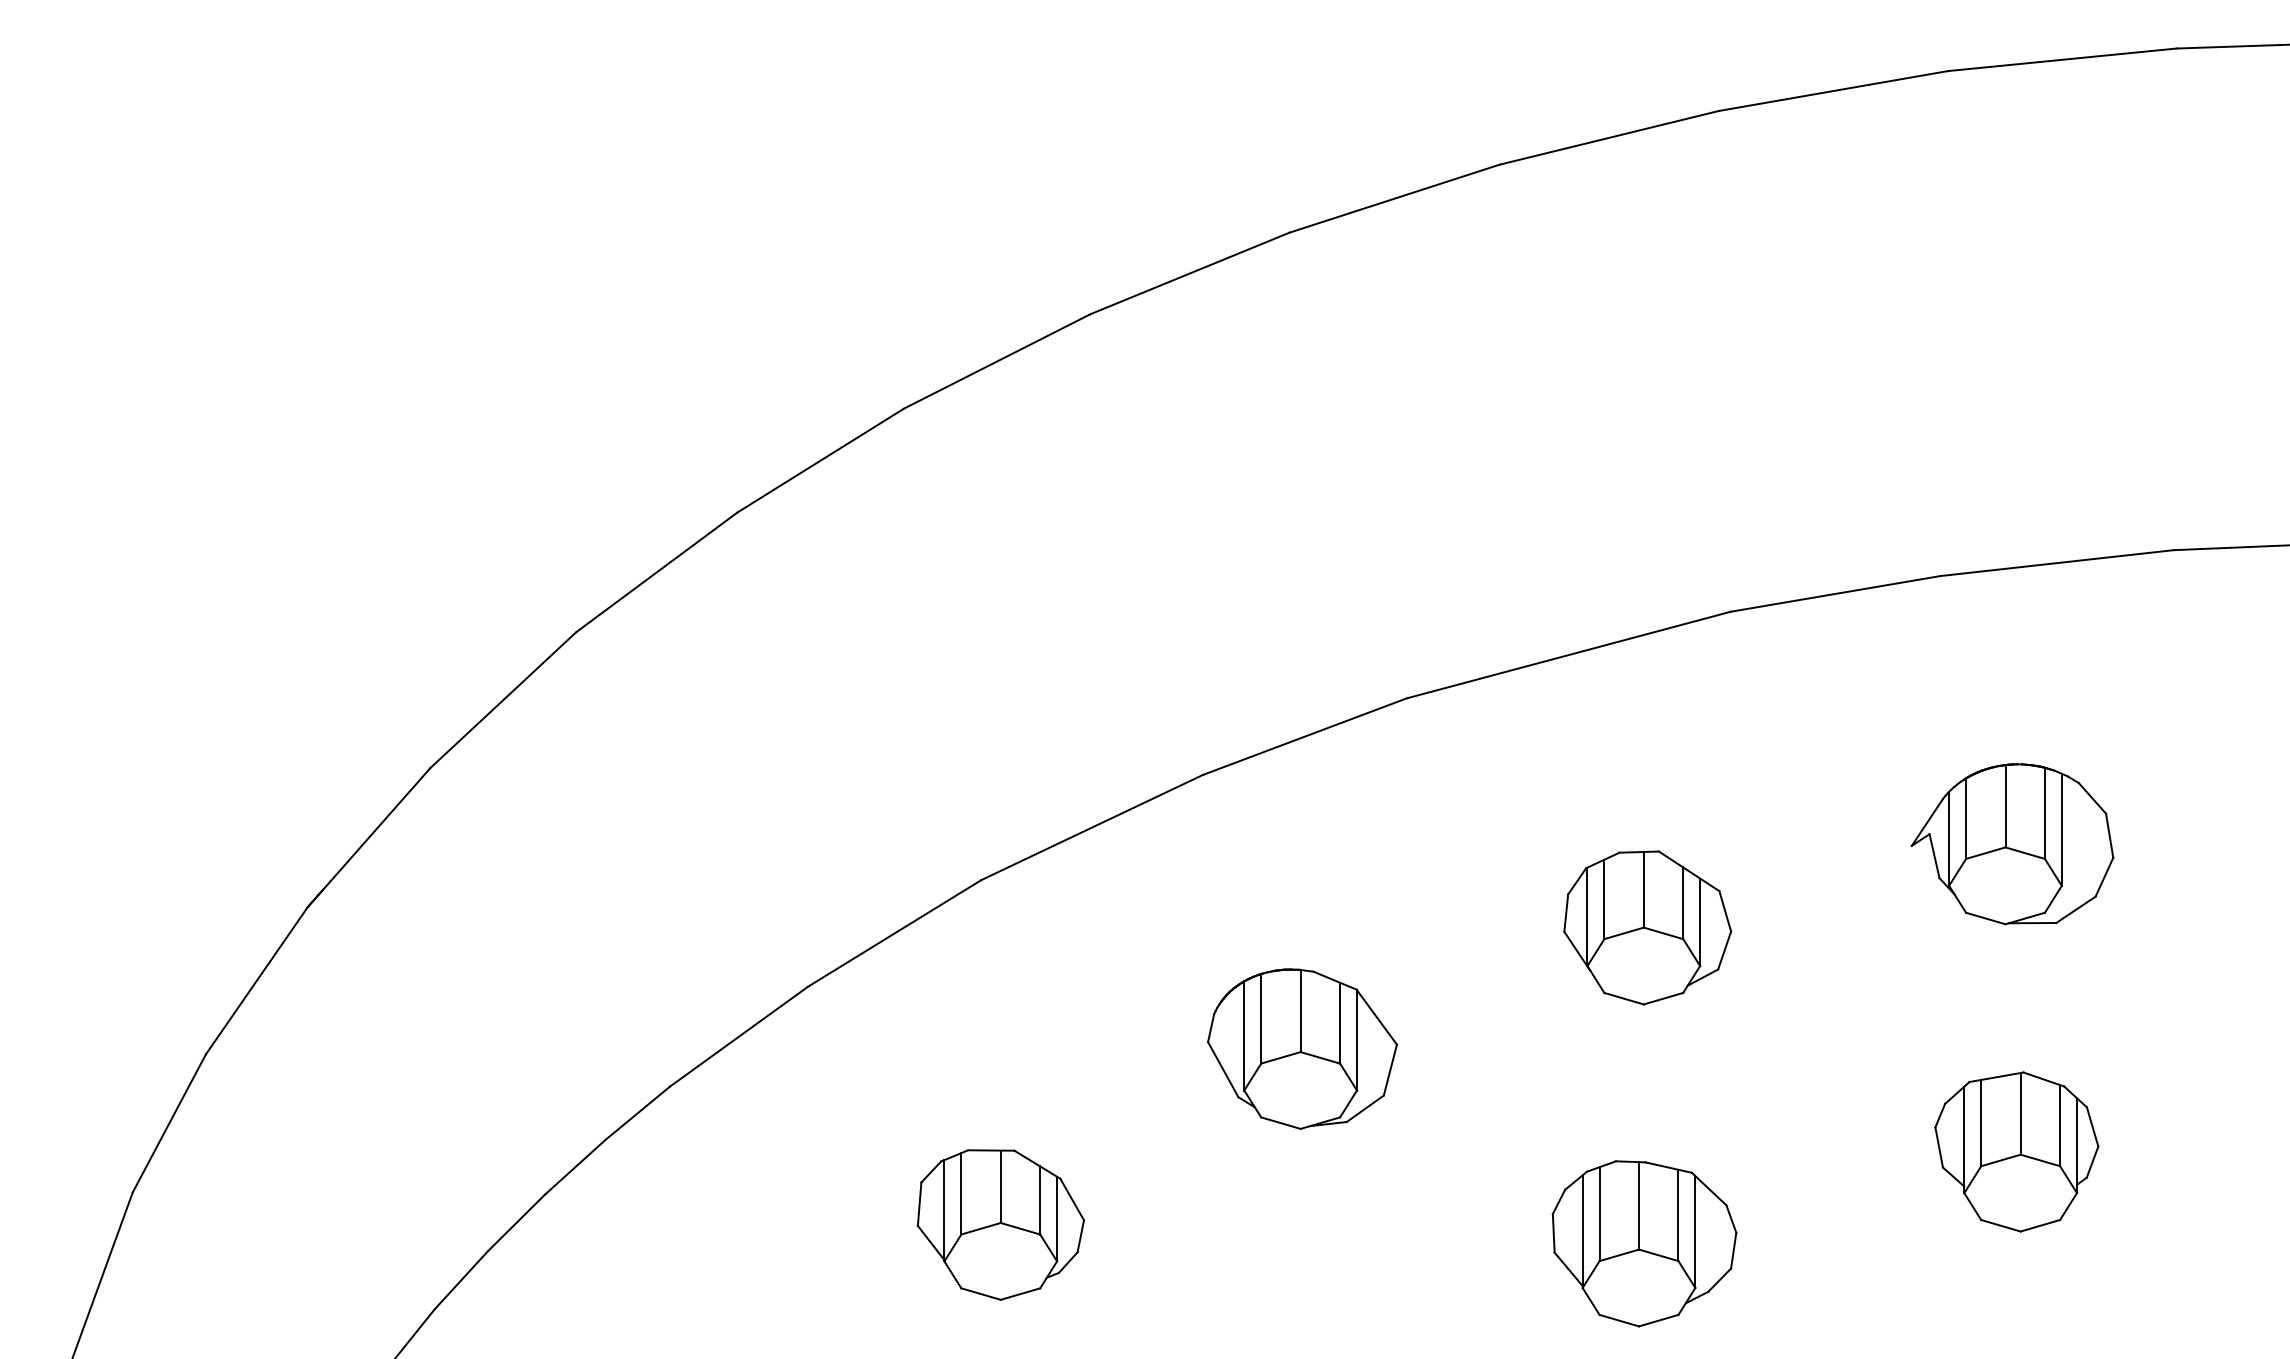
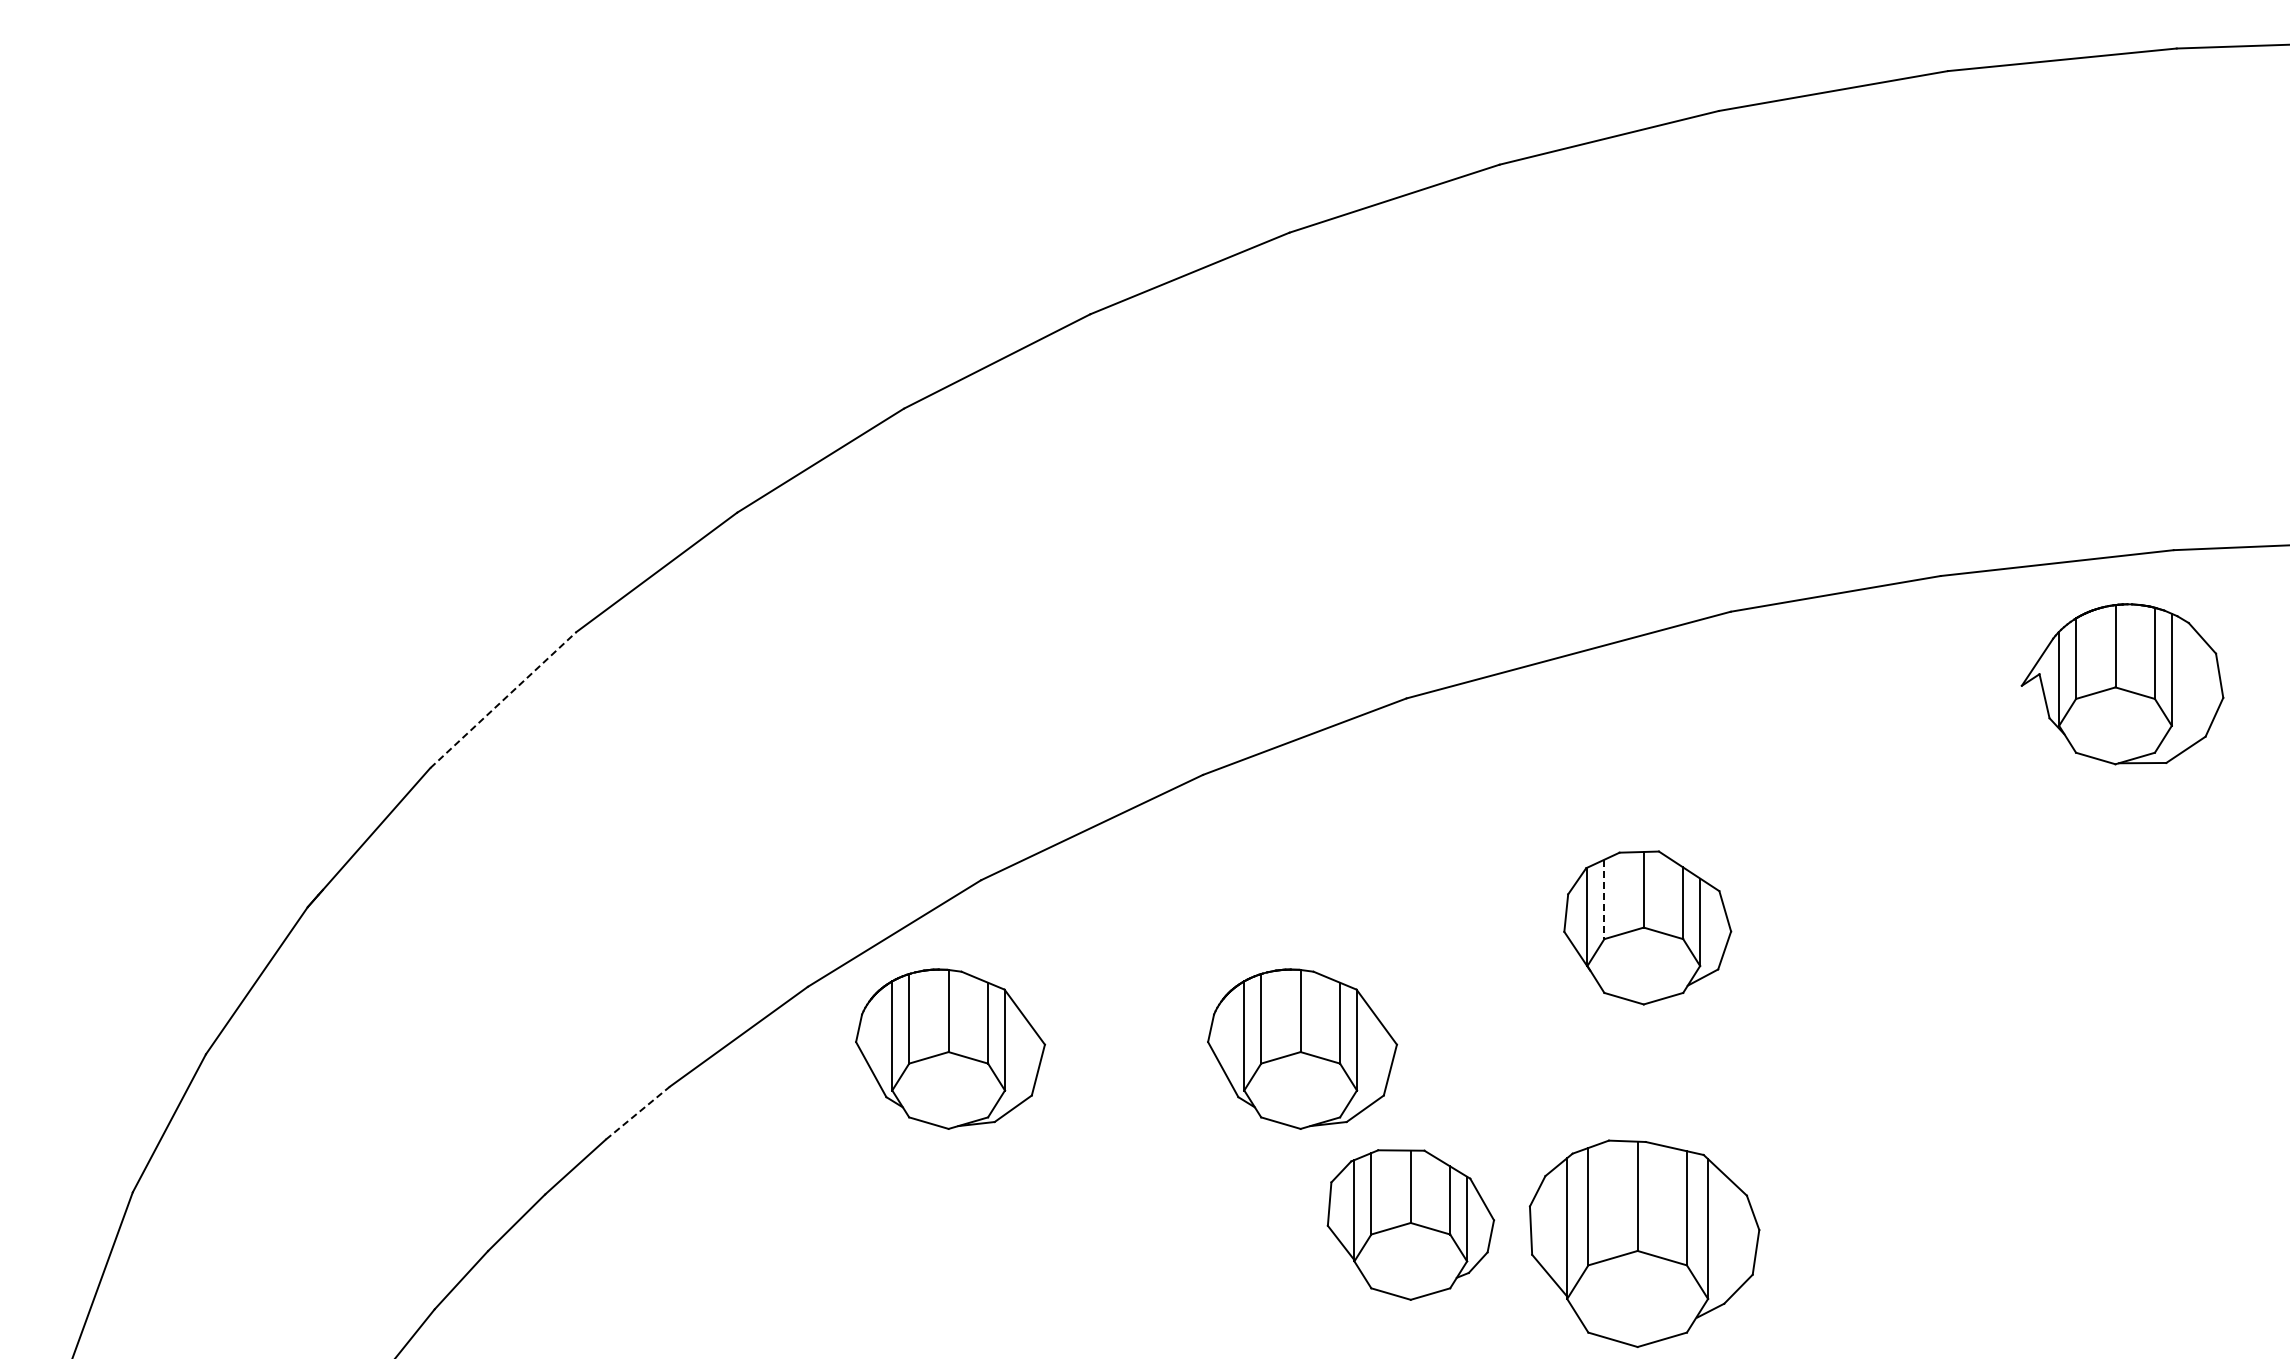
line at (503, 700): solid -> dashed
part at (2012, 844) position: (2012, 844) -> (2122, 684)
line at (1604, 899): solid -> dashed
part at (950, 1048): none -> present
line at (637, 1113): solid -> dashed
part at (2016, 1151): present -> none
part at (1000, 1224) position: (1000, 1224) -> (1410, 1224)
part at (1644, 1243) size: 187x168 px -> 233x209 px
